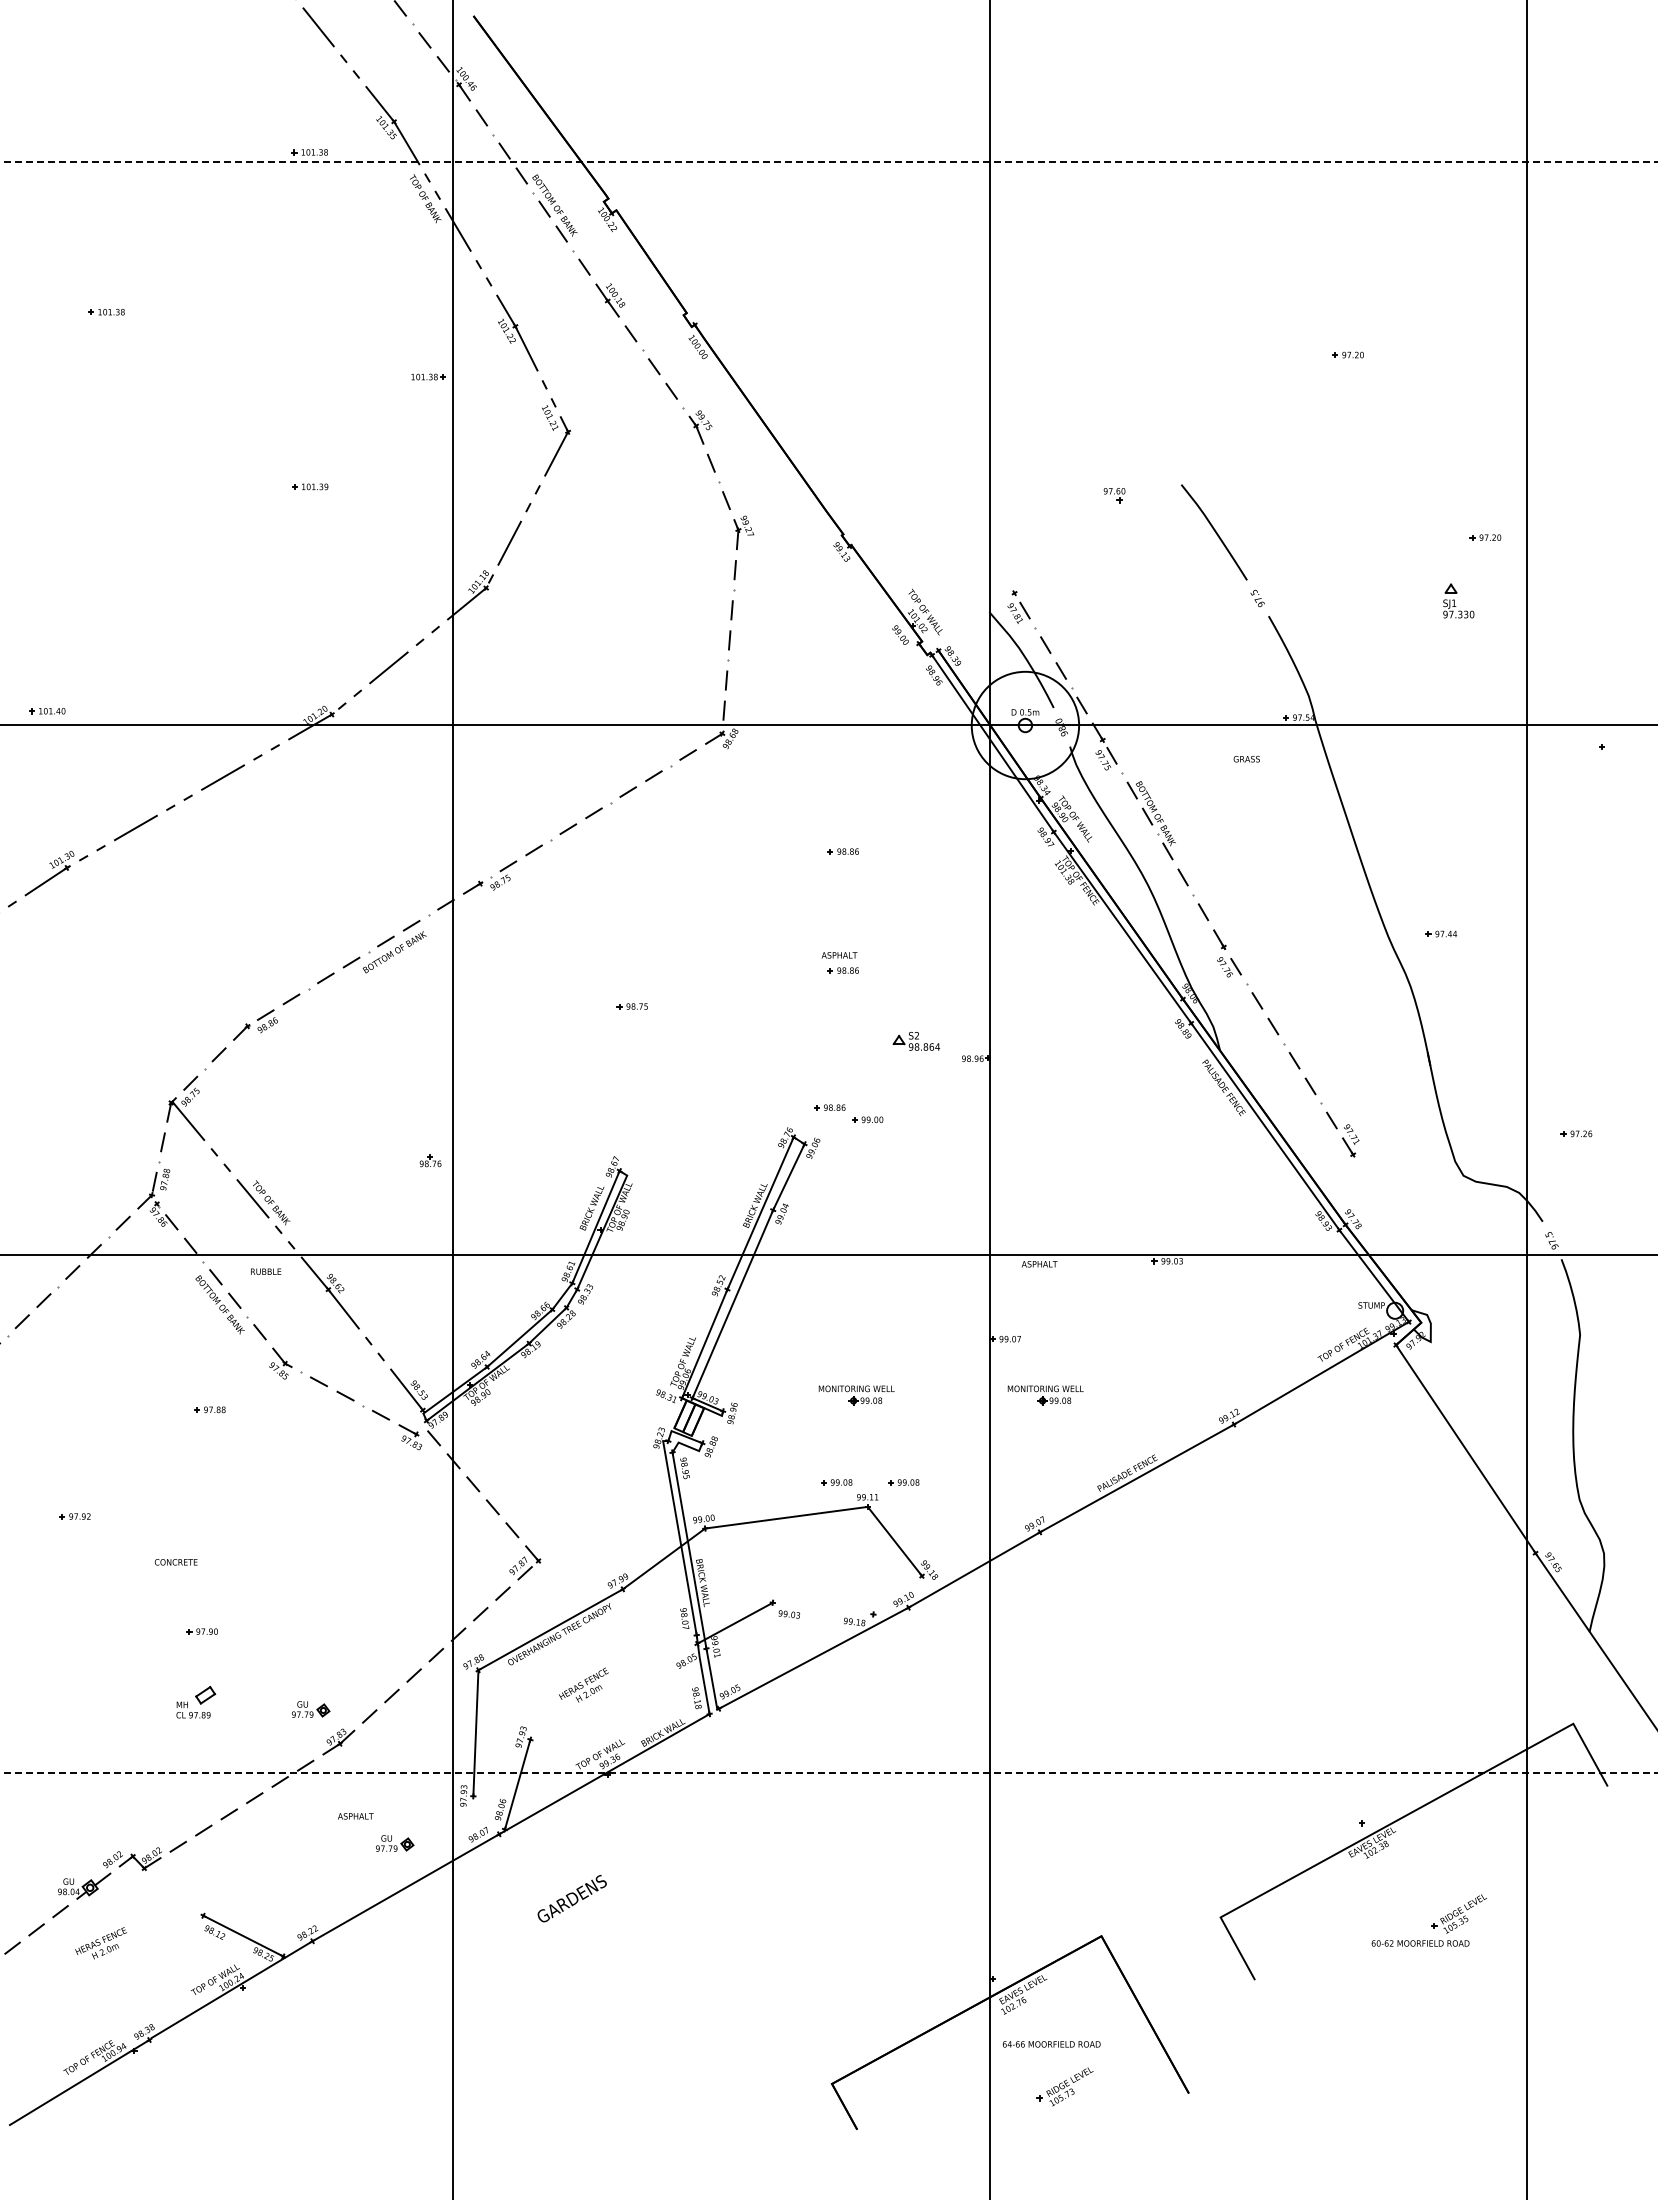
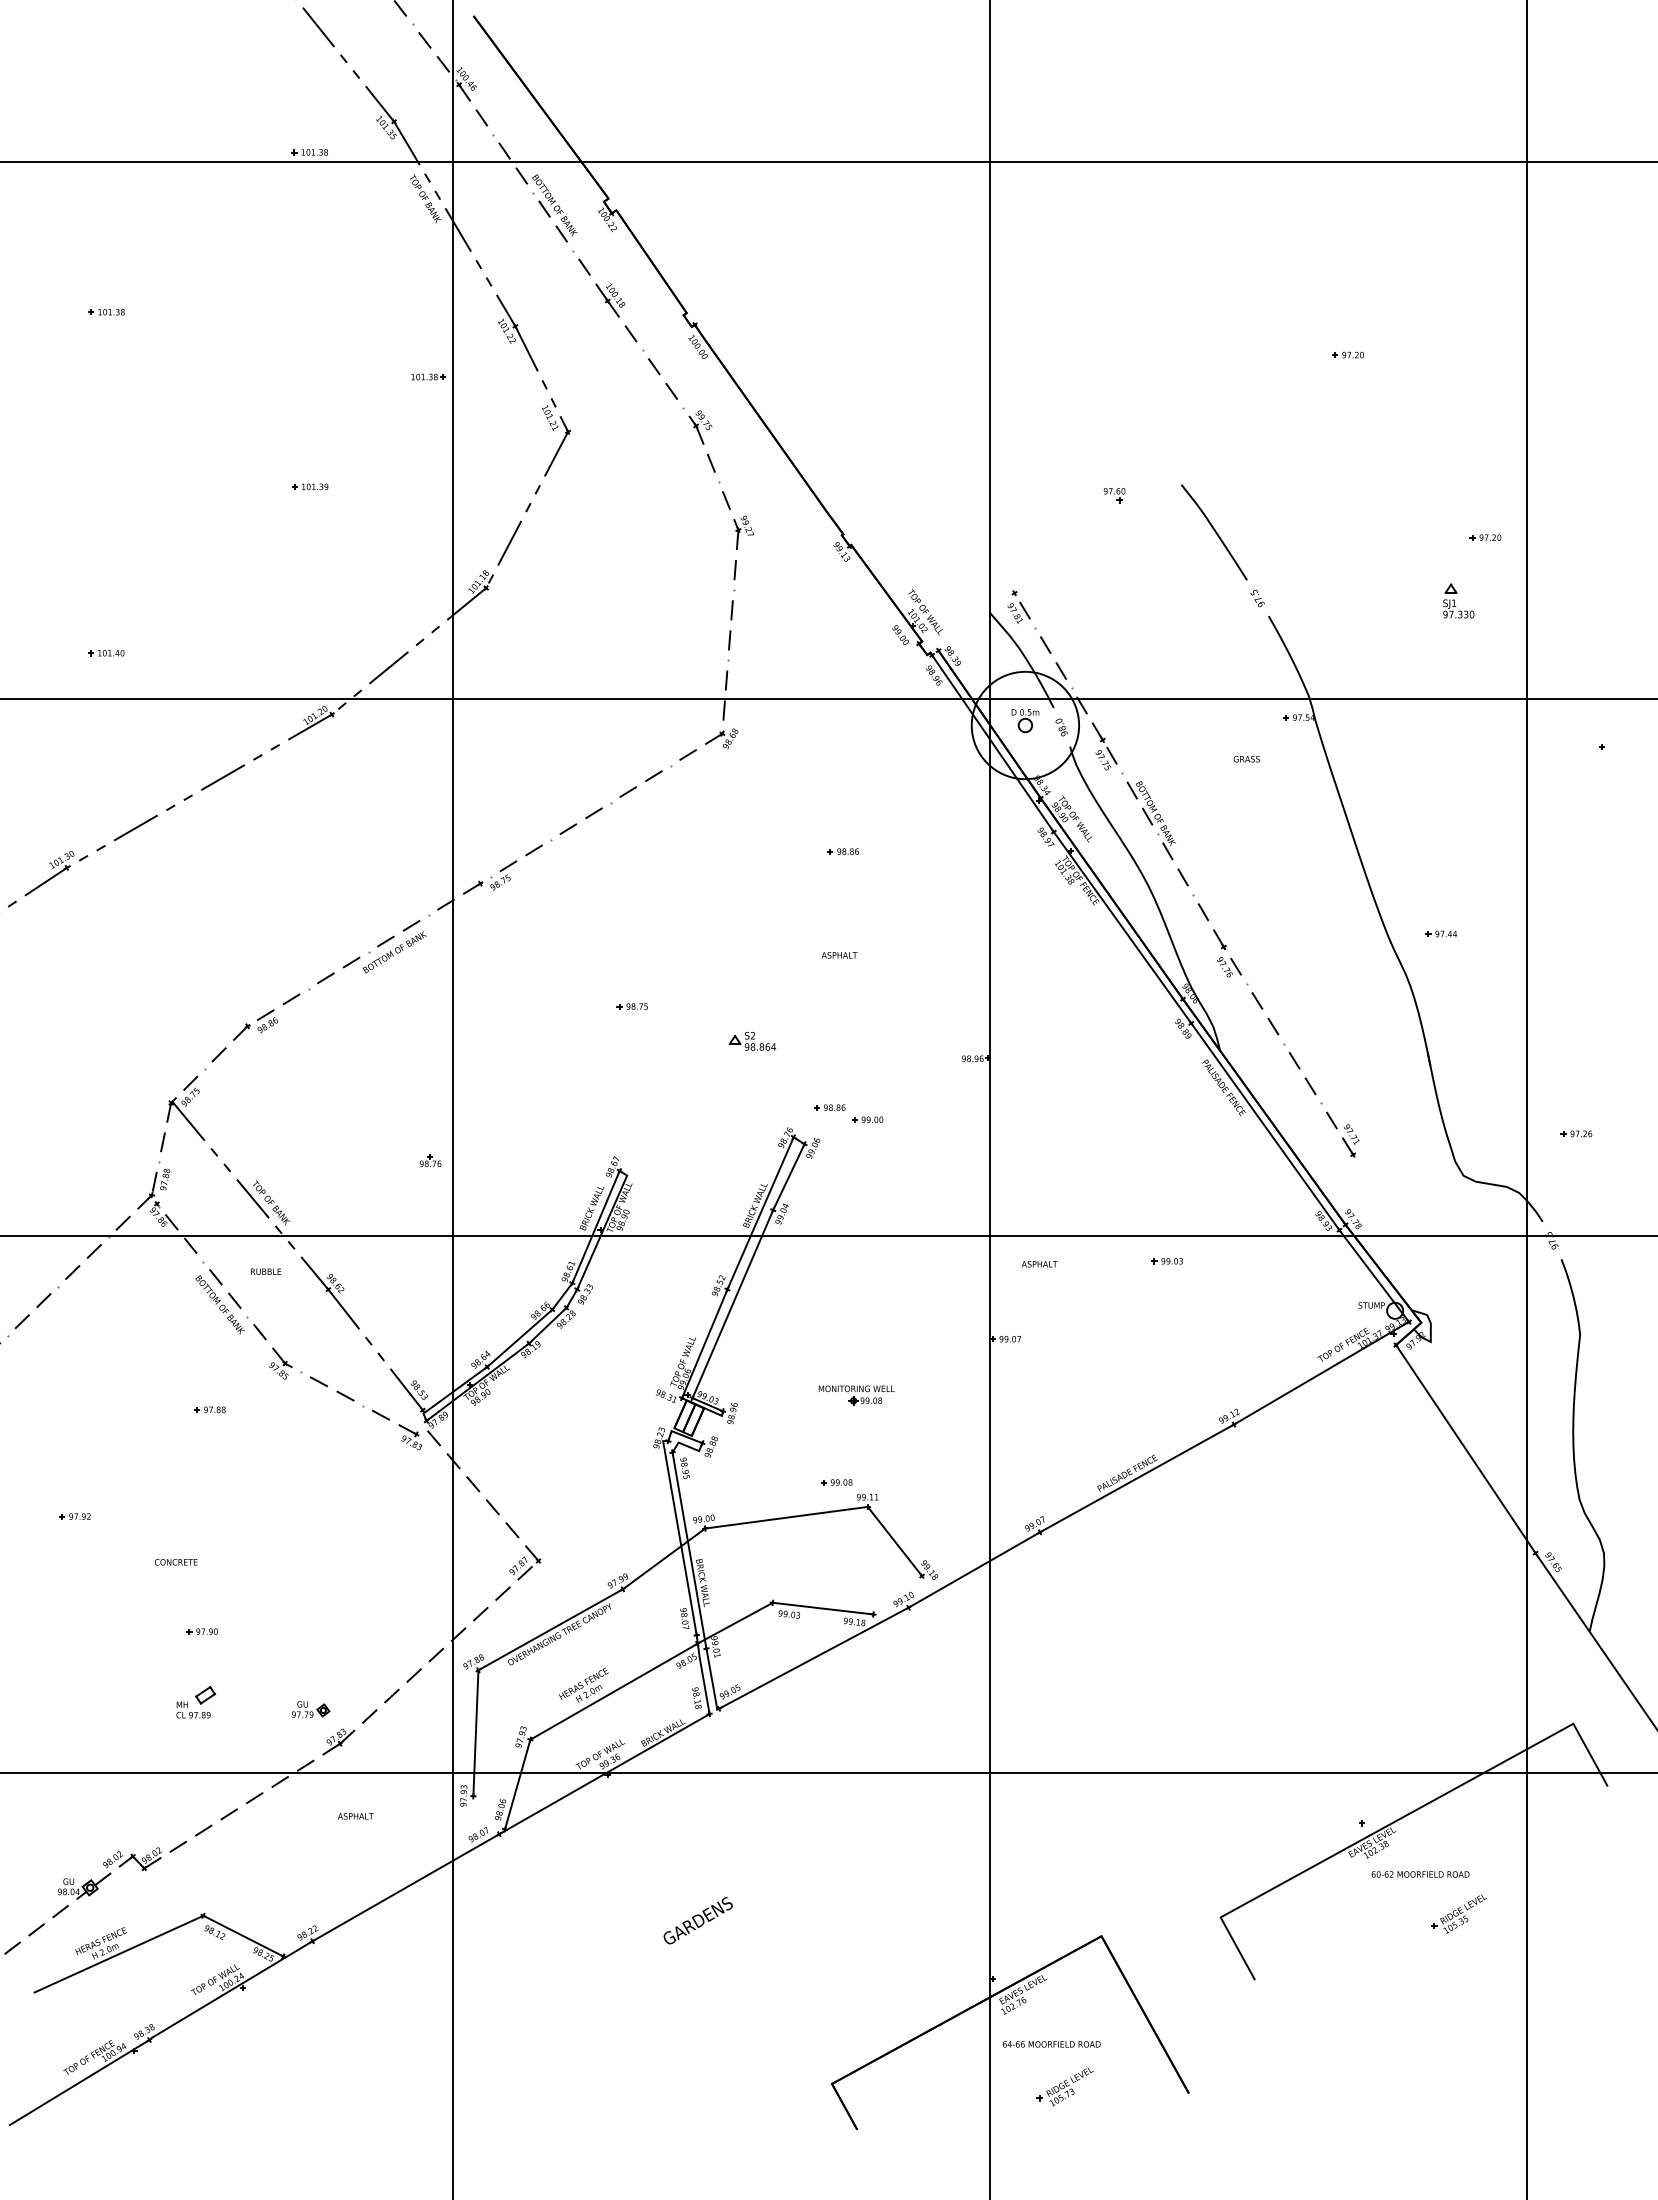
line at (829, 162): dashed -> solid
part at (47, 711) position: (47, 711) -> (106, 653)
line at (828, 724) position: (828, 724) -> (828, 698)
part at (842, 970): present -> none
part at (916, 1041) position: (916, 1041) -> (752, 1041)
line at (828, 1254) position: (828, 1254) -> (828, 1235)
part at (1045, 1395): present -> none
part at (903, 1482): present -> none
line at (822, 1608): none -> present
line at (613, 1691): none -> present
line at (829, 1772): dashed -> solid
part at (395, 1843): present -> none
text at (571, 1898) position: (571, 1898) -> (697, 1920)
text at (1420, 1943) position: (1420, 1943) -> (1420, 1874)
line at (118, 1953): none -> present
